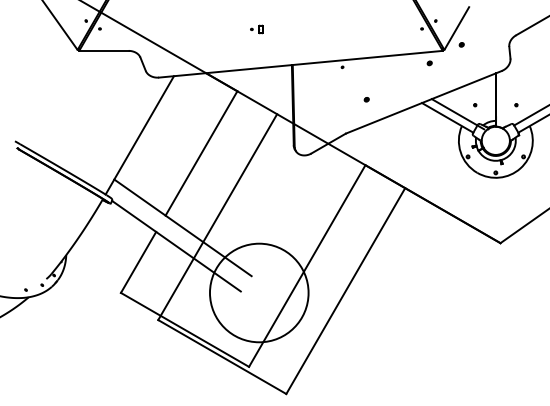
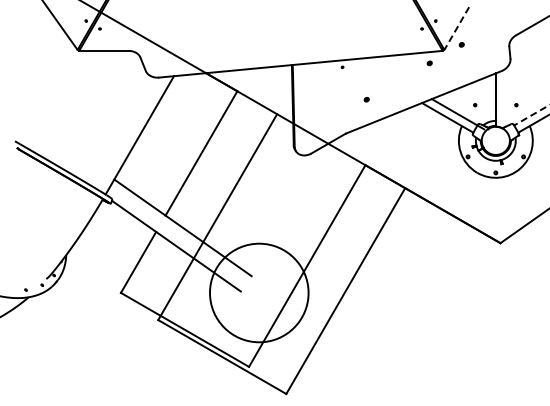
line at (456, 28): solid -> dashed
part at (256, 29): present -> none
line at (531, 115): solid -> dashed
